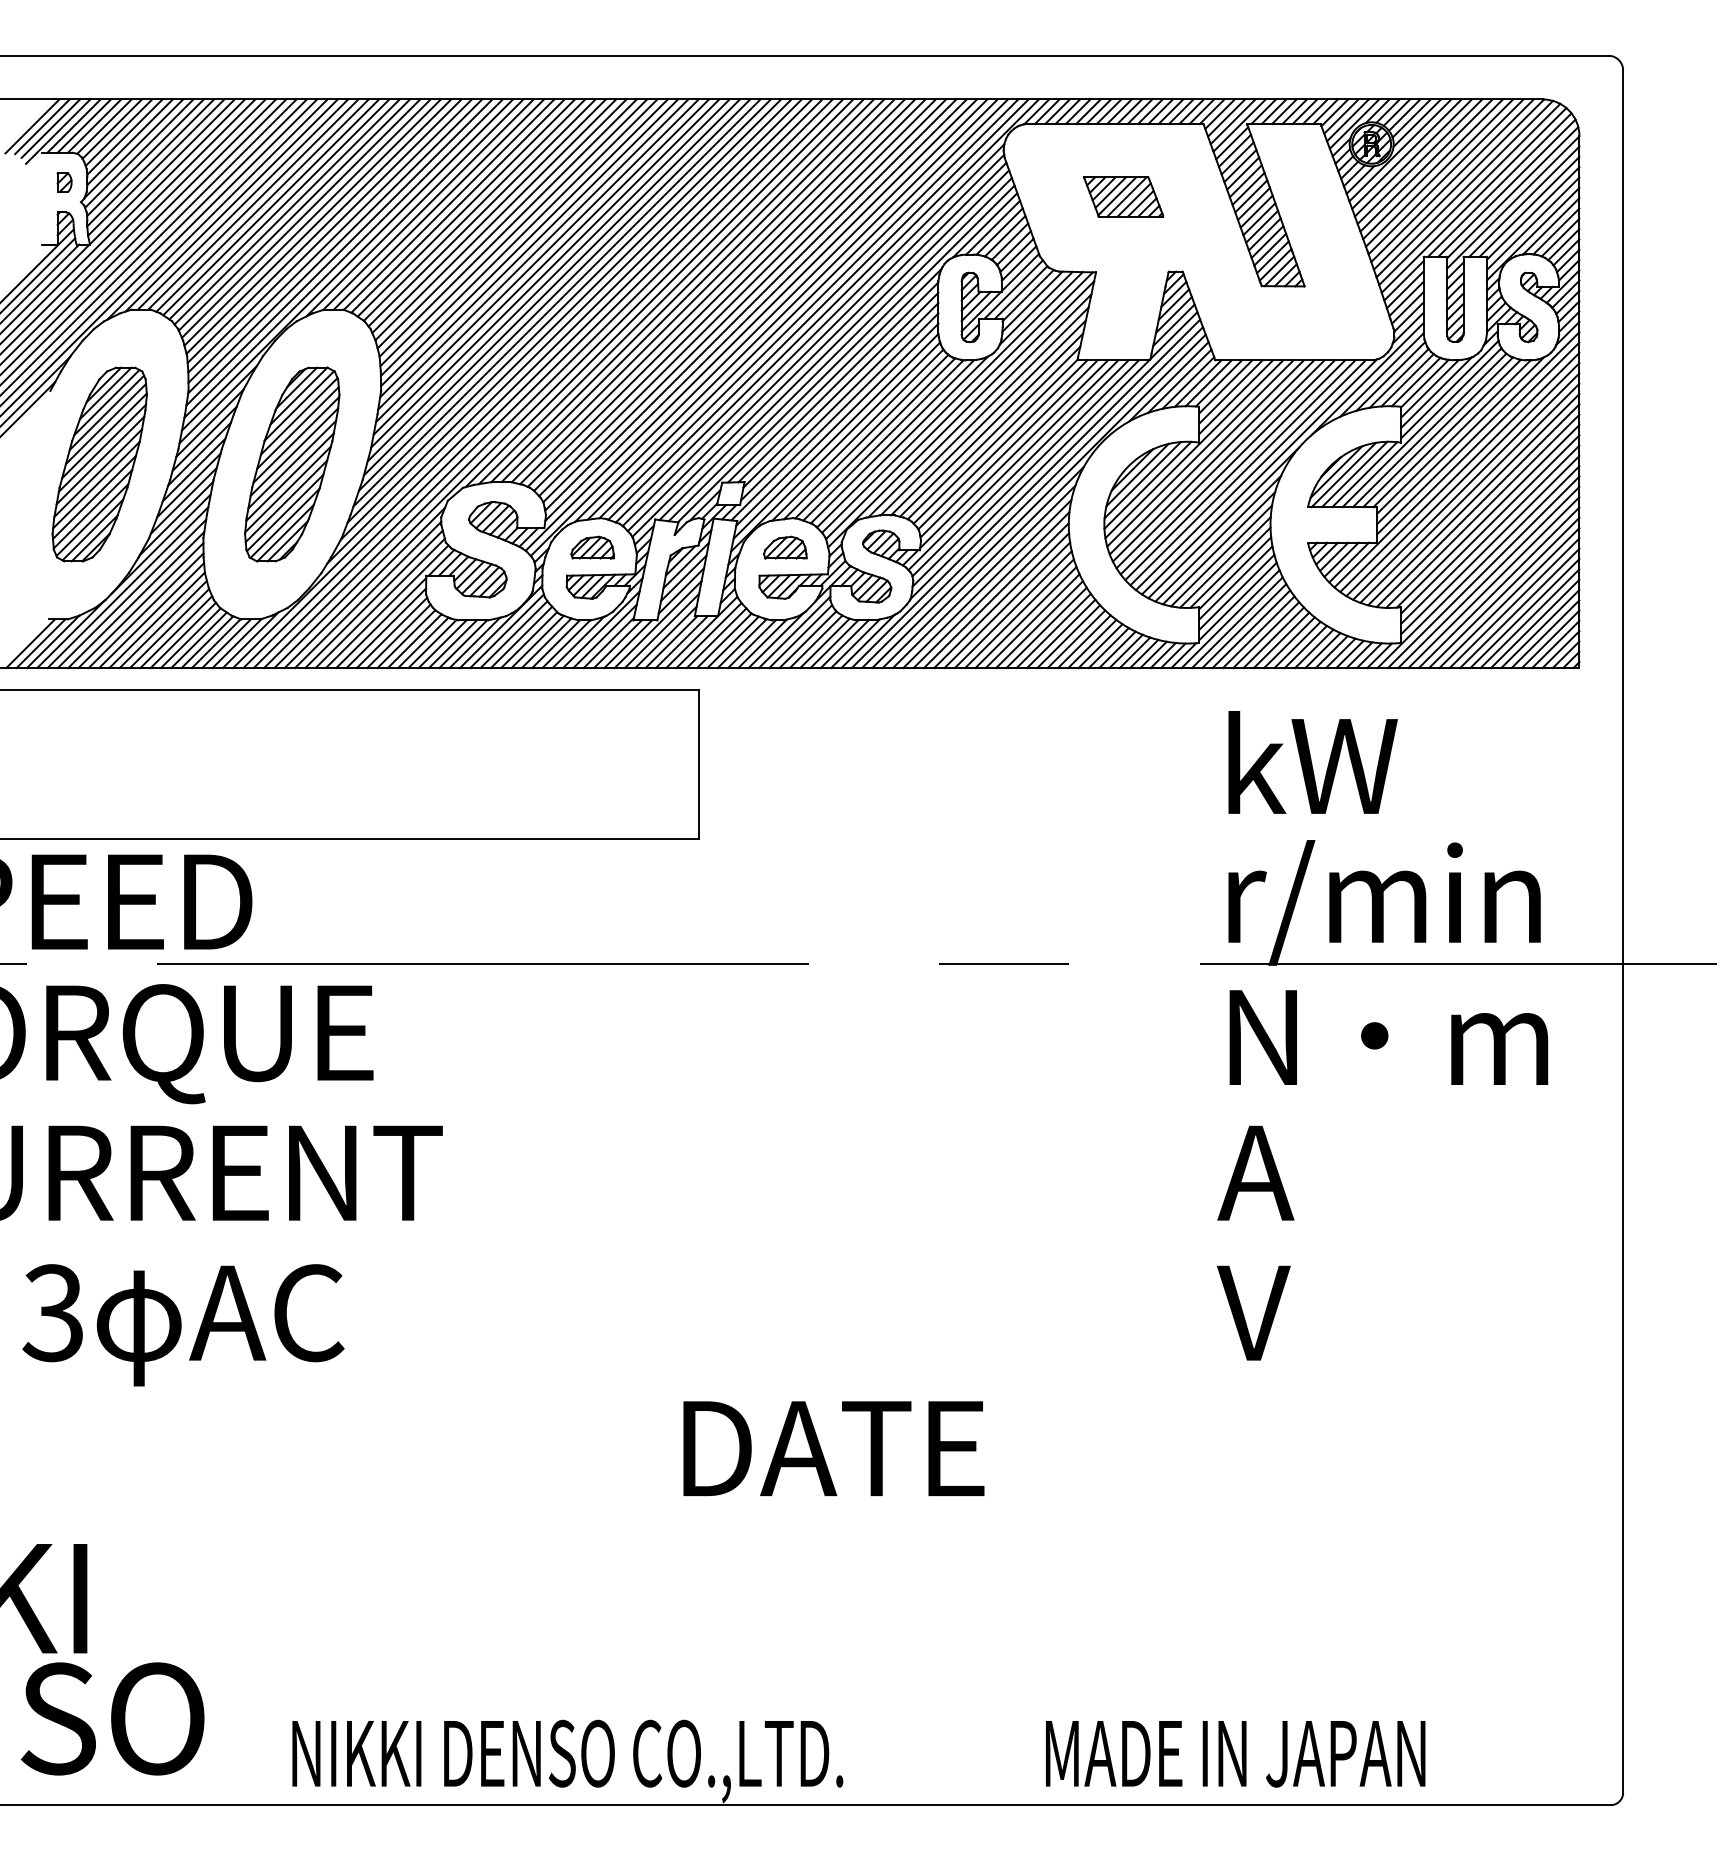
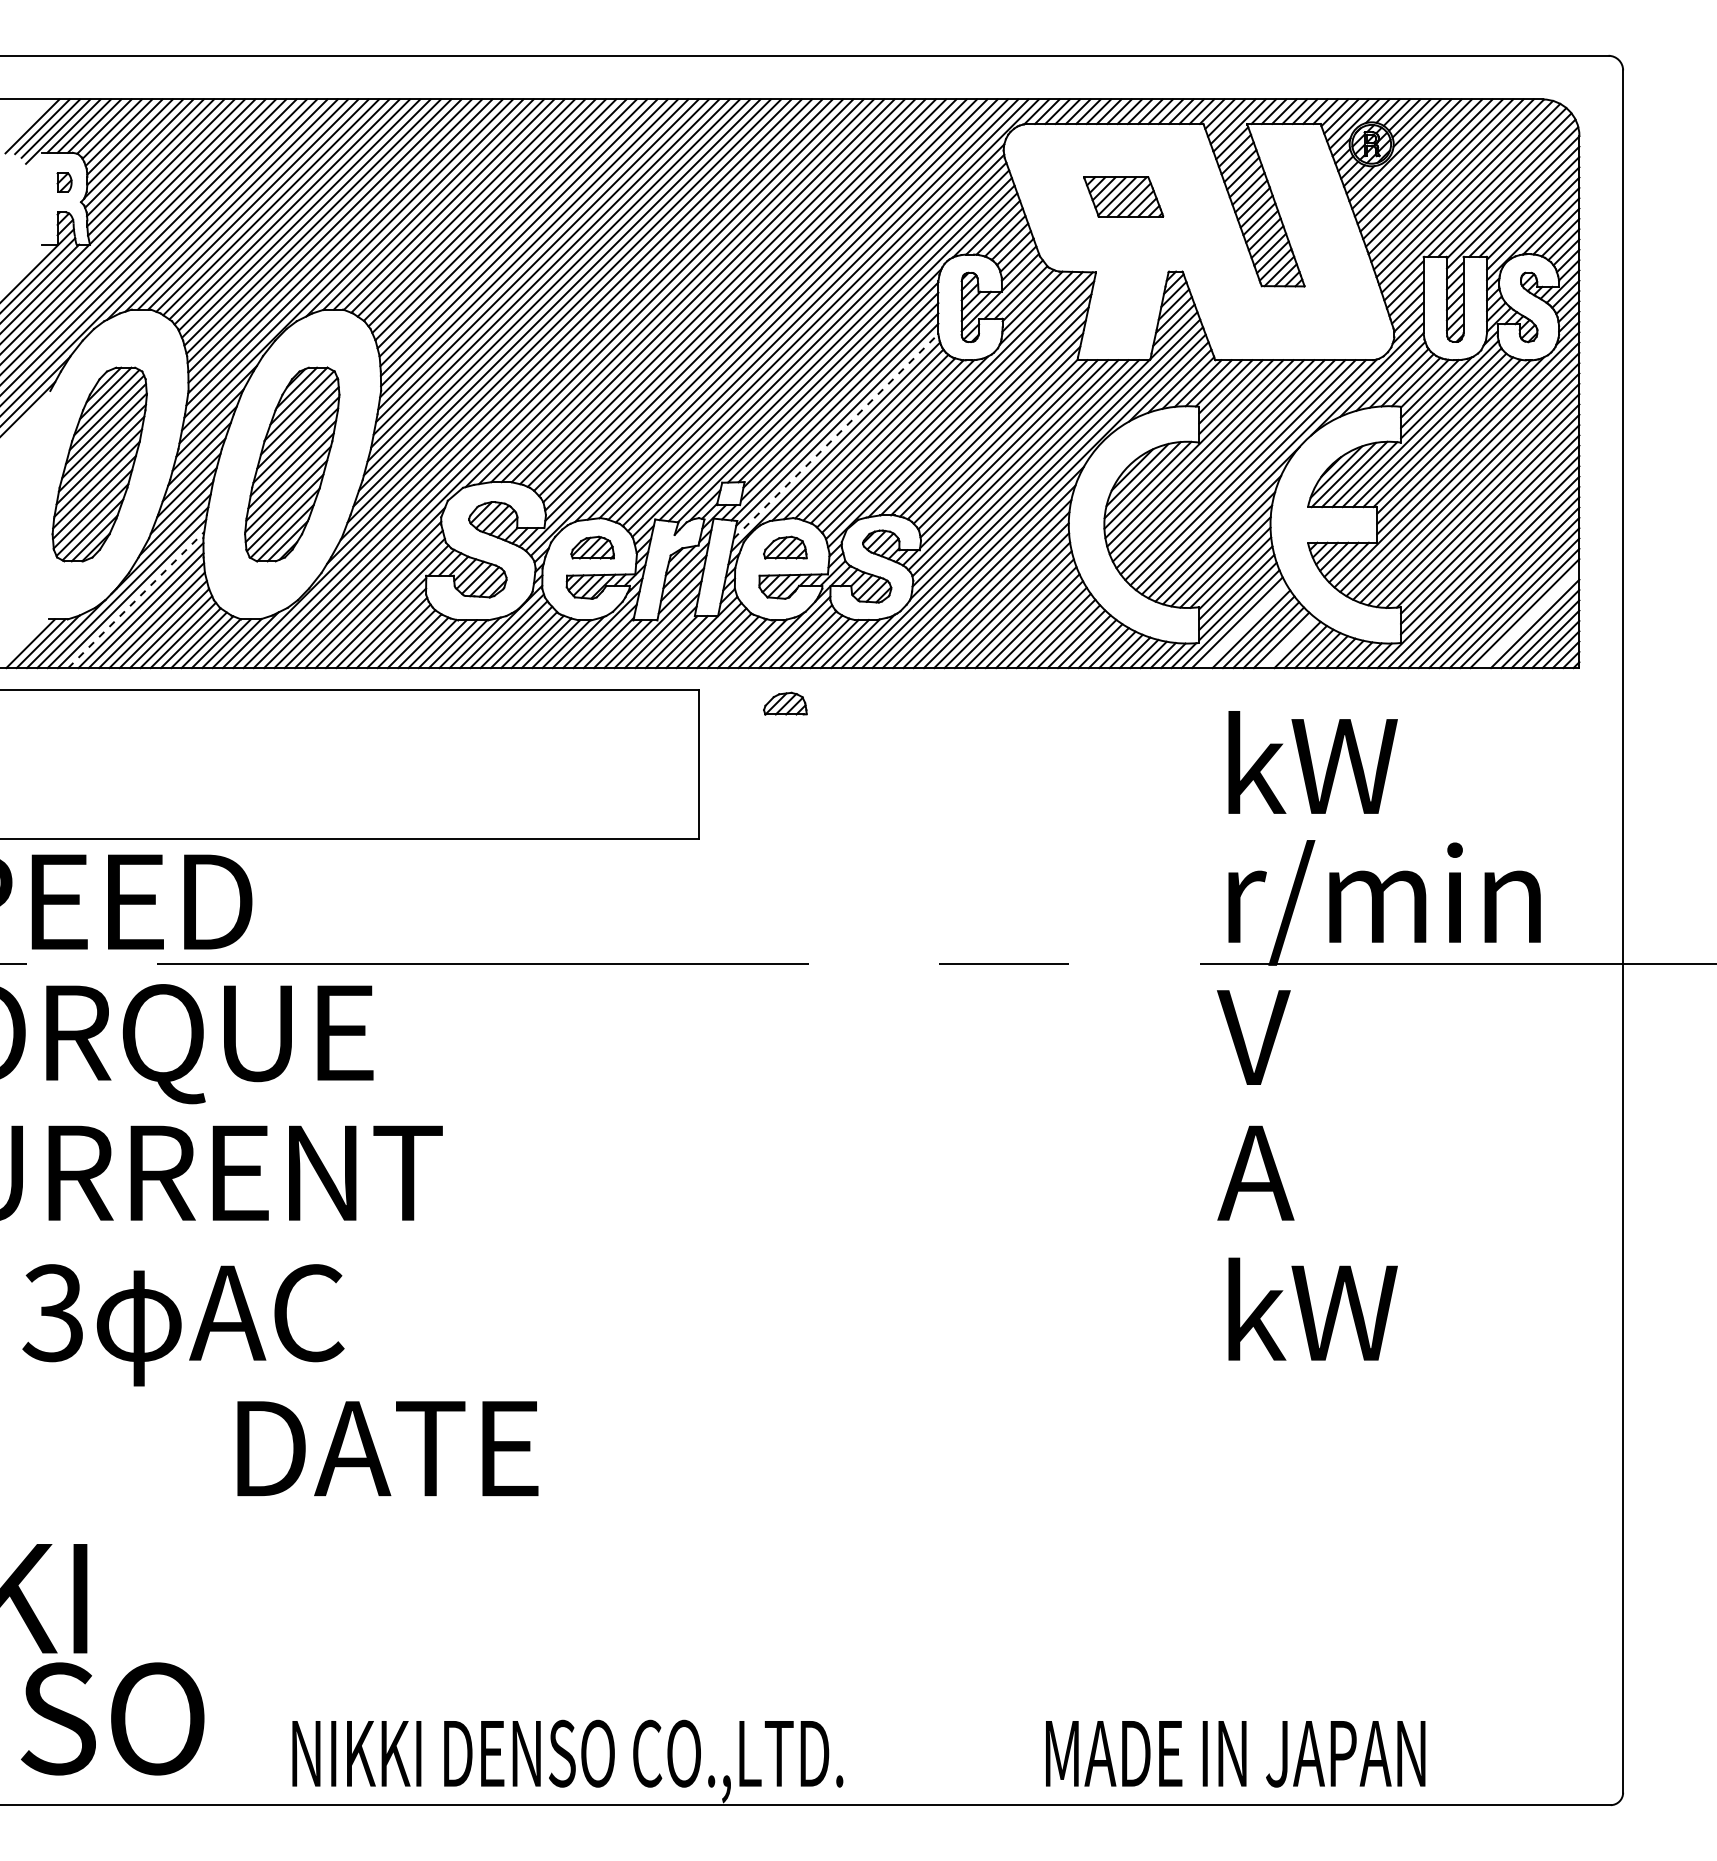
line at (836, 436): solid -> dashed
line at (136, 599): solid -> dashed
line at (1529, 618): present -> none
line at (1244, 626): present -> none
line at (1289, 642): present -> none
part at (785, 703): none -> present
text at (1382, 1037): N・m -> V
text at (1307, 1308): V -> kW
text at (833, 1448) position: (833, 1448) -> (387, 1448)
